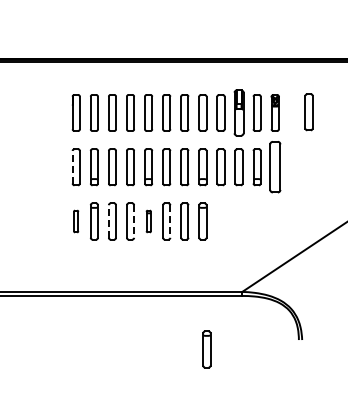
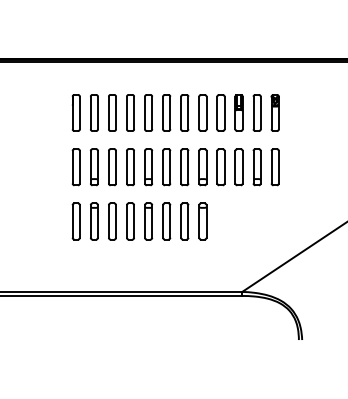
part at (238, 112) size: 12x48 px -> 10x38 px
part at (308, 112): present -> none
line at (72, 166): dashed -> solid
part at (275, 167) size: 13x53 px -> 10x39 px
part at (76, 221) size: 7x25 px -> 10x39 px
line at (108, 221): dashed -> solid
part at (148, 221) size: 7x25 px -> 10x39 px
line at (134, 222): dashed -> solid
line at (170, 222): dashed -> solid
part at (206, 349): present -> none
